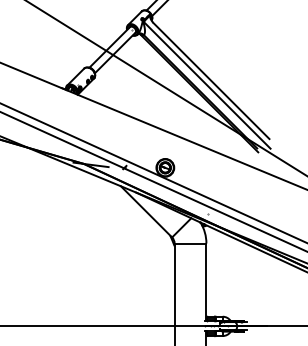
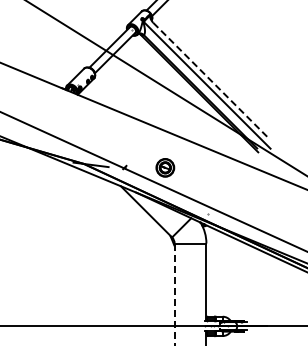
line at (211, 81): solid -> dashed
line at (153, 172): present -> none
line at (174, 294): solid -> dashed
